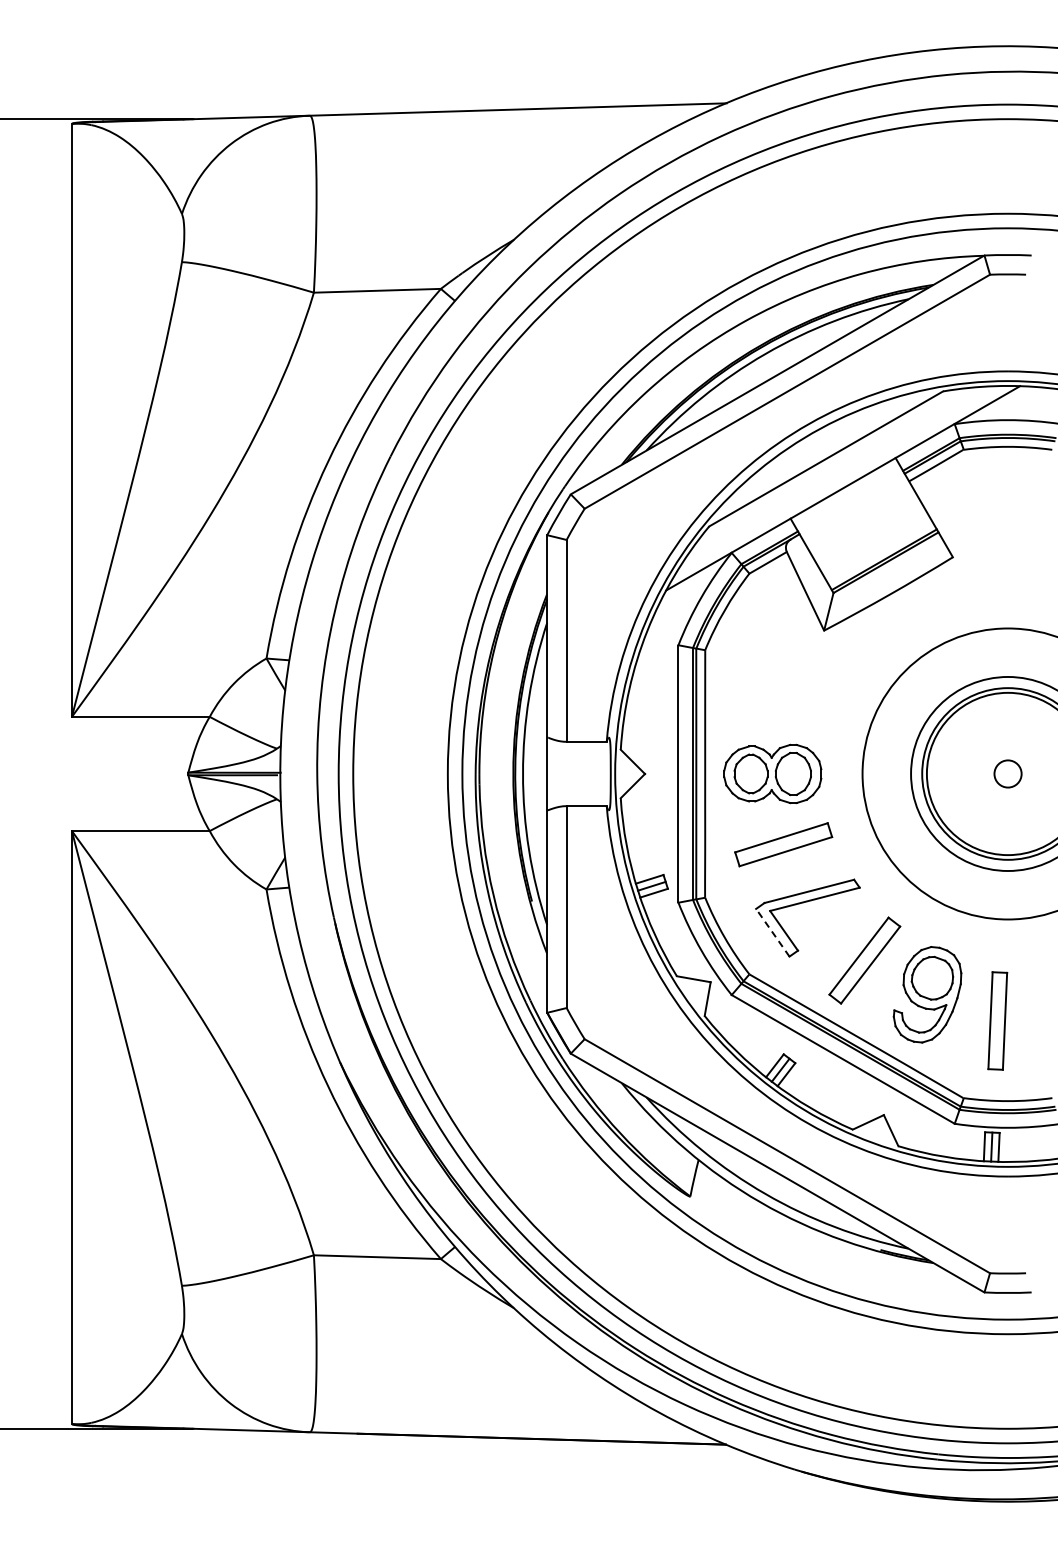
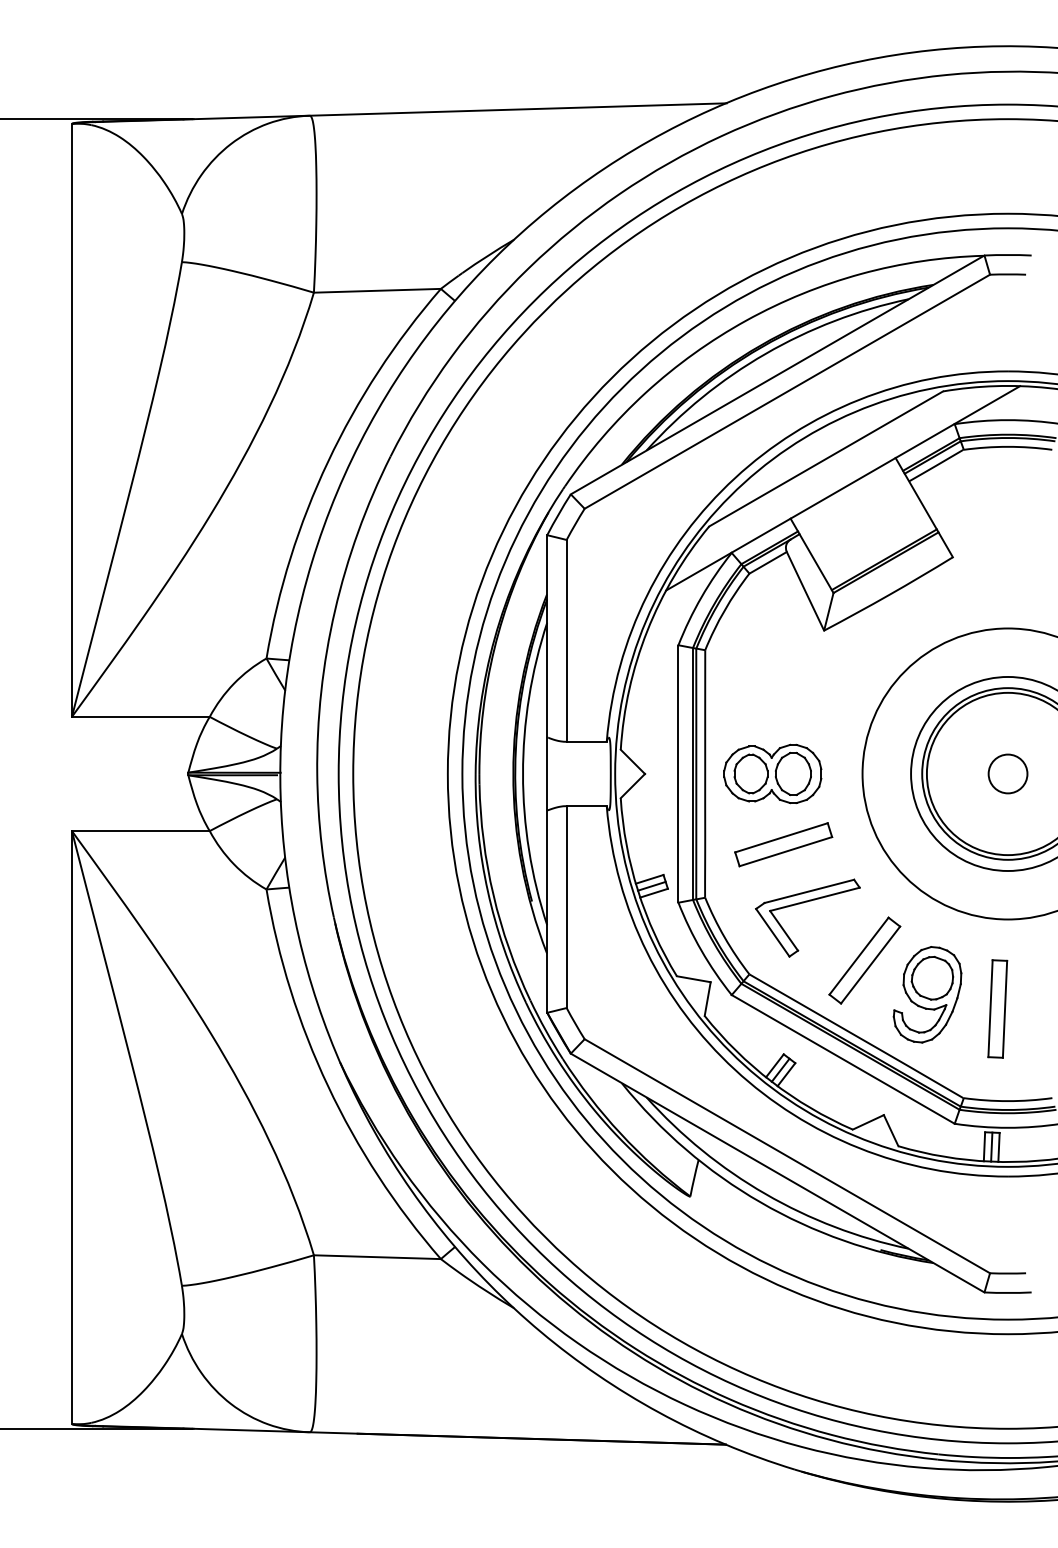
circle at (1007, 773) diameter: 27 px -> 39 px
line at (772, 932): dashed -> solid
part at (997, 1020) position: (997, 1020) -> (997, 1008)
